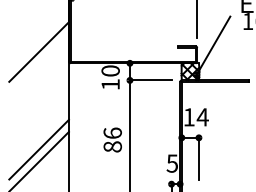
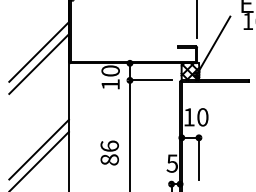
line at (38, 63): none -> present
text at (202, 117): 14 -> 10
text at (112, 139) position: (112, 139) -> (109, 152)
